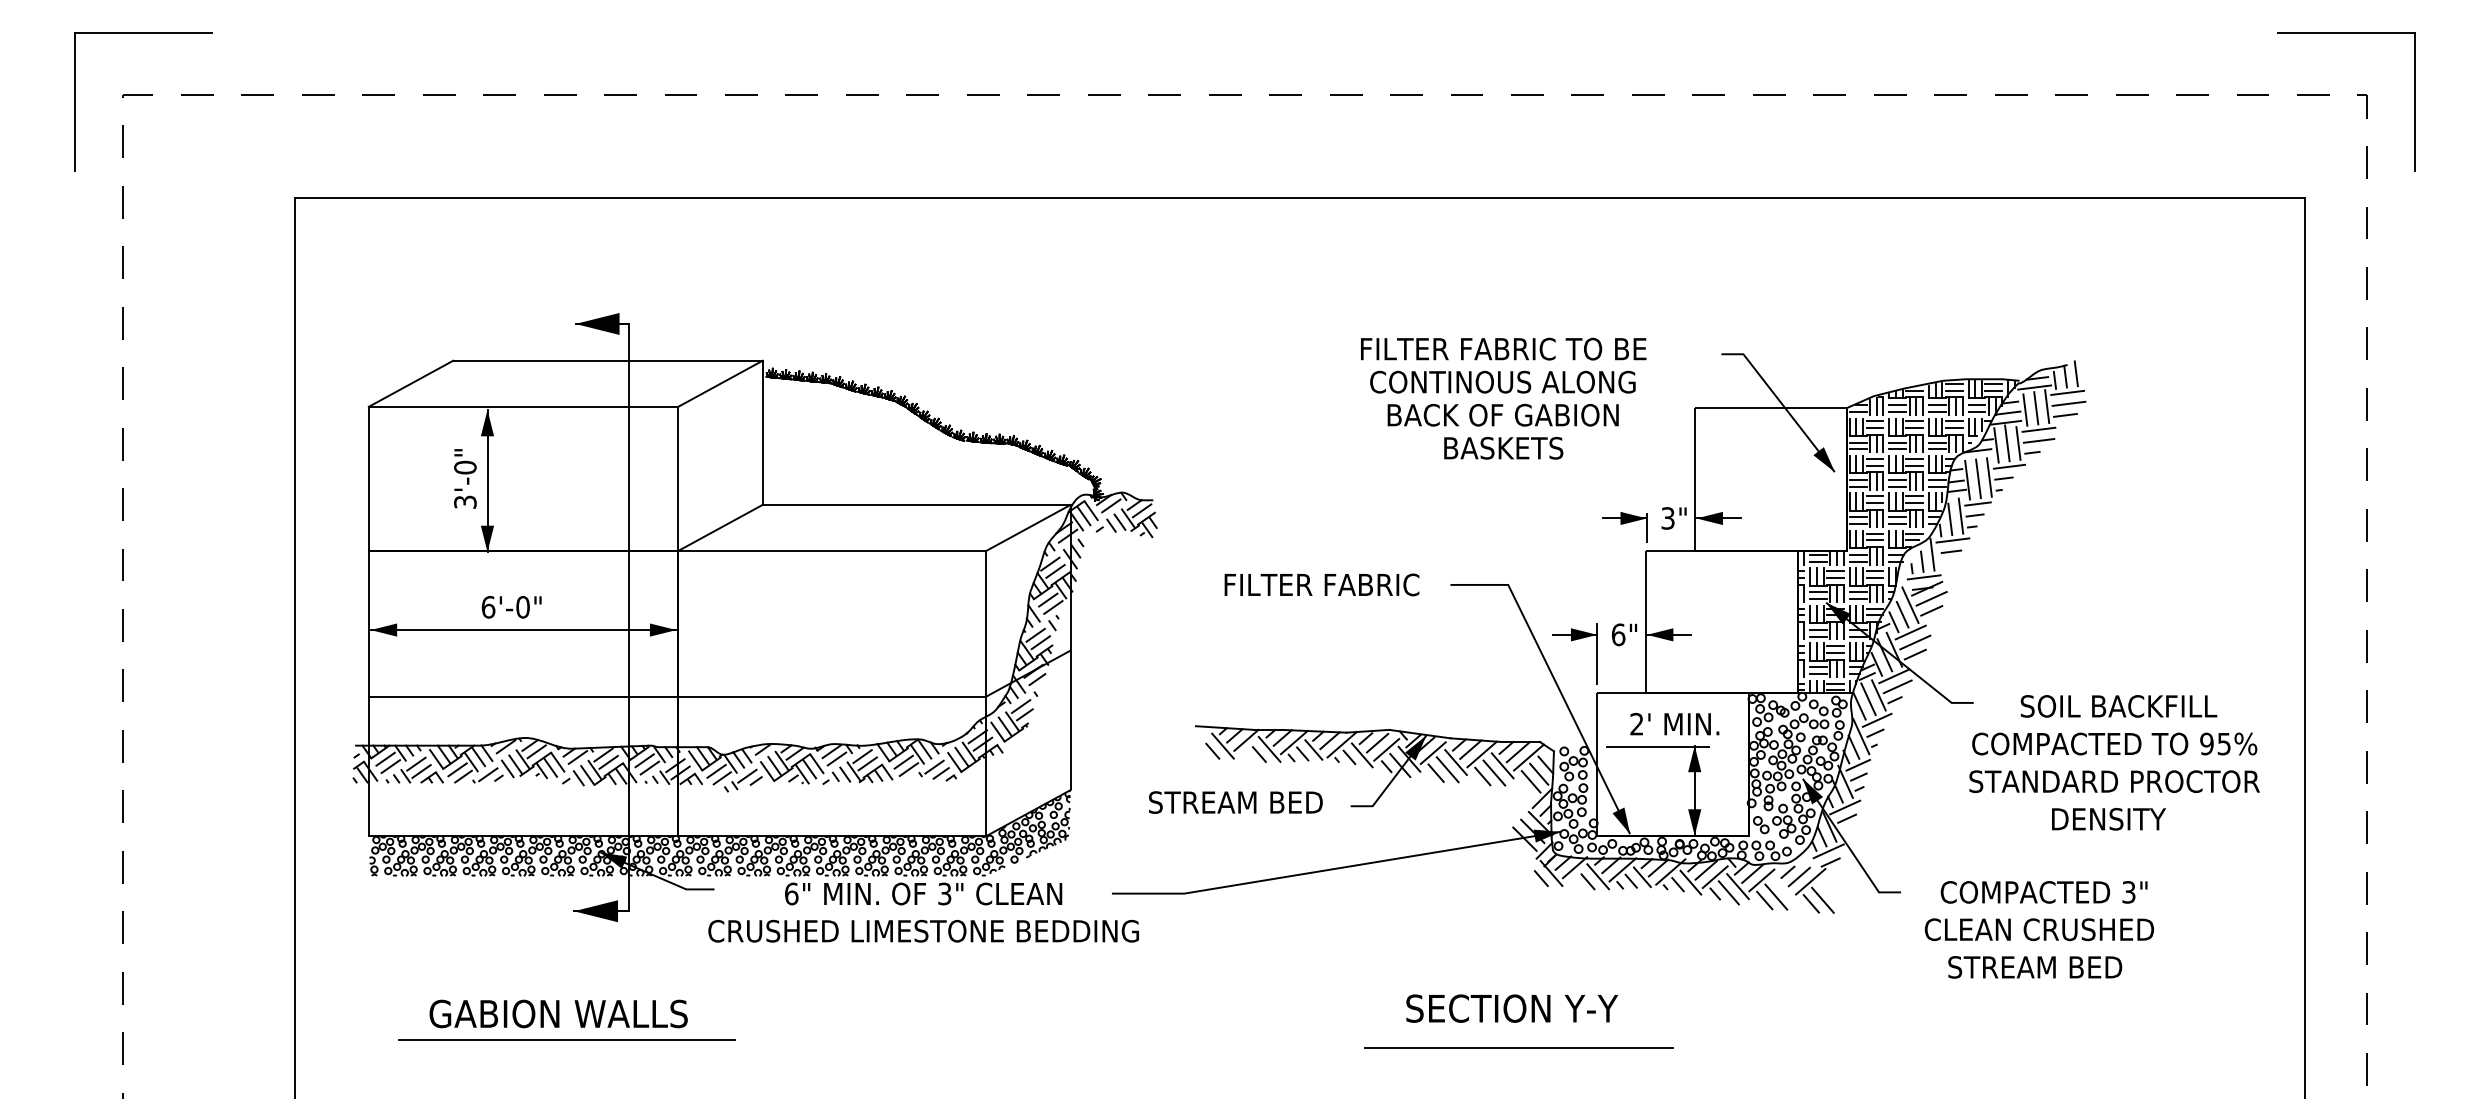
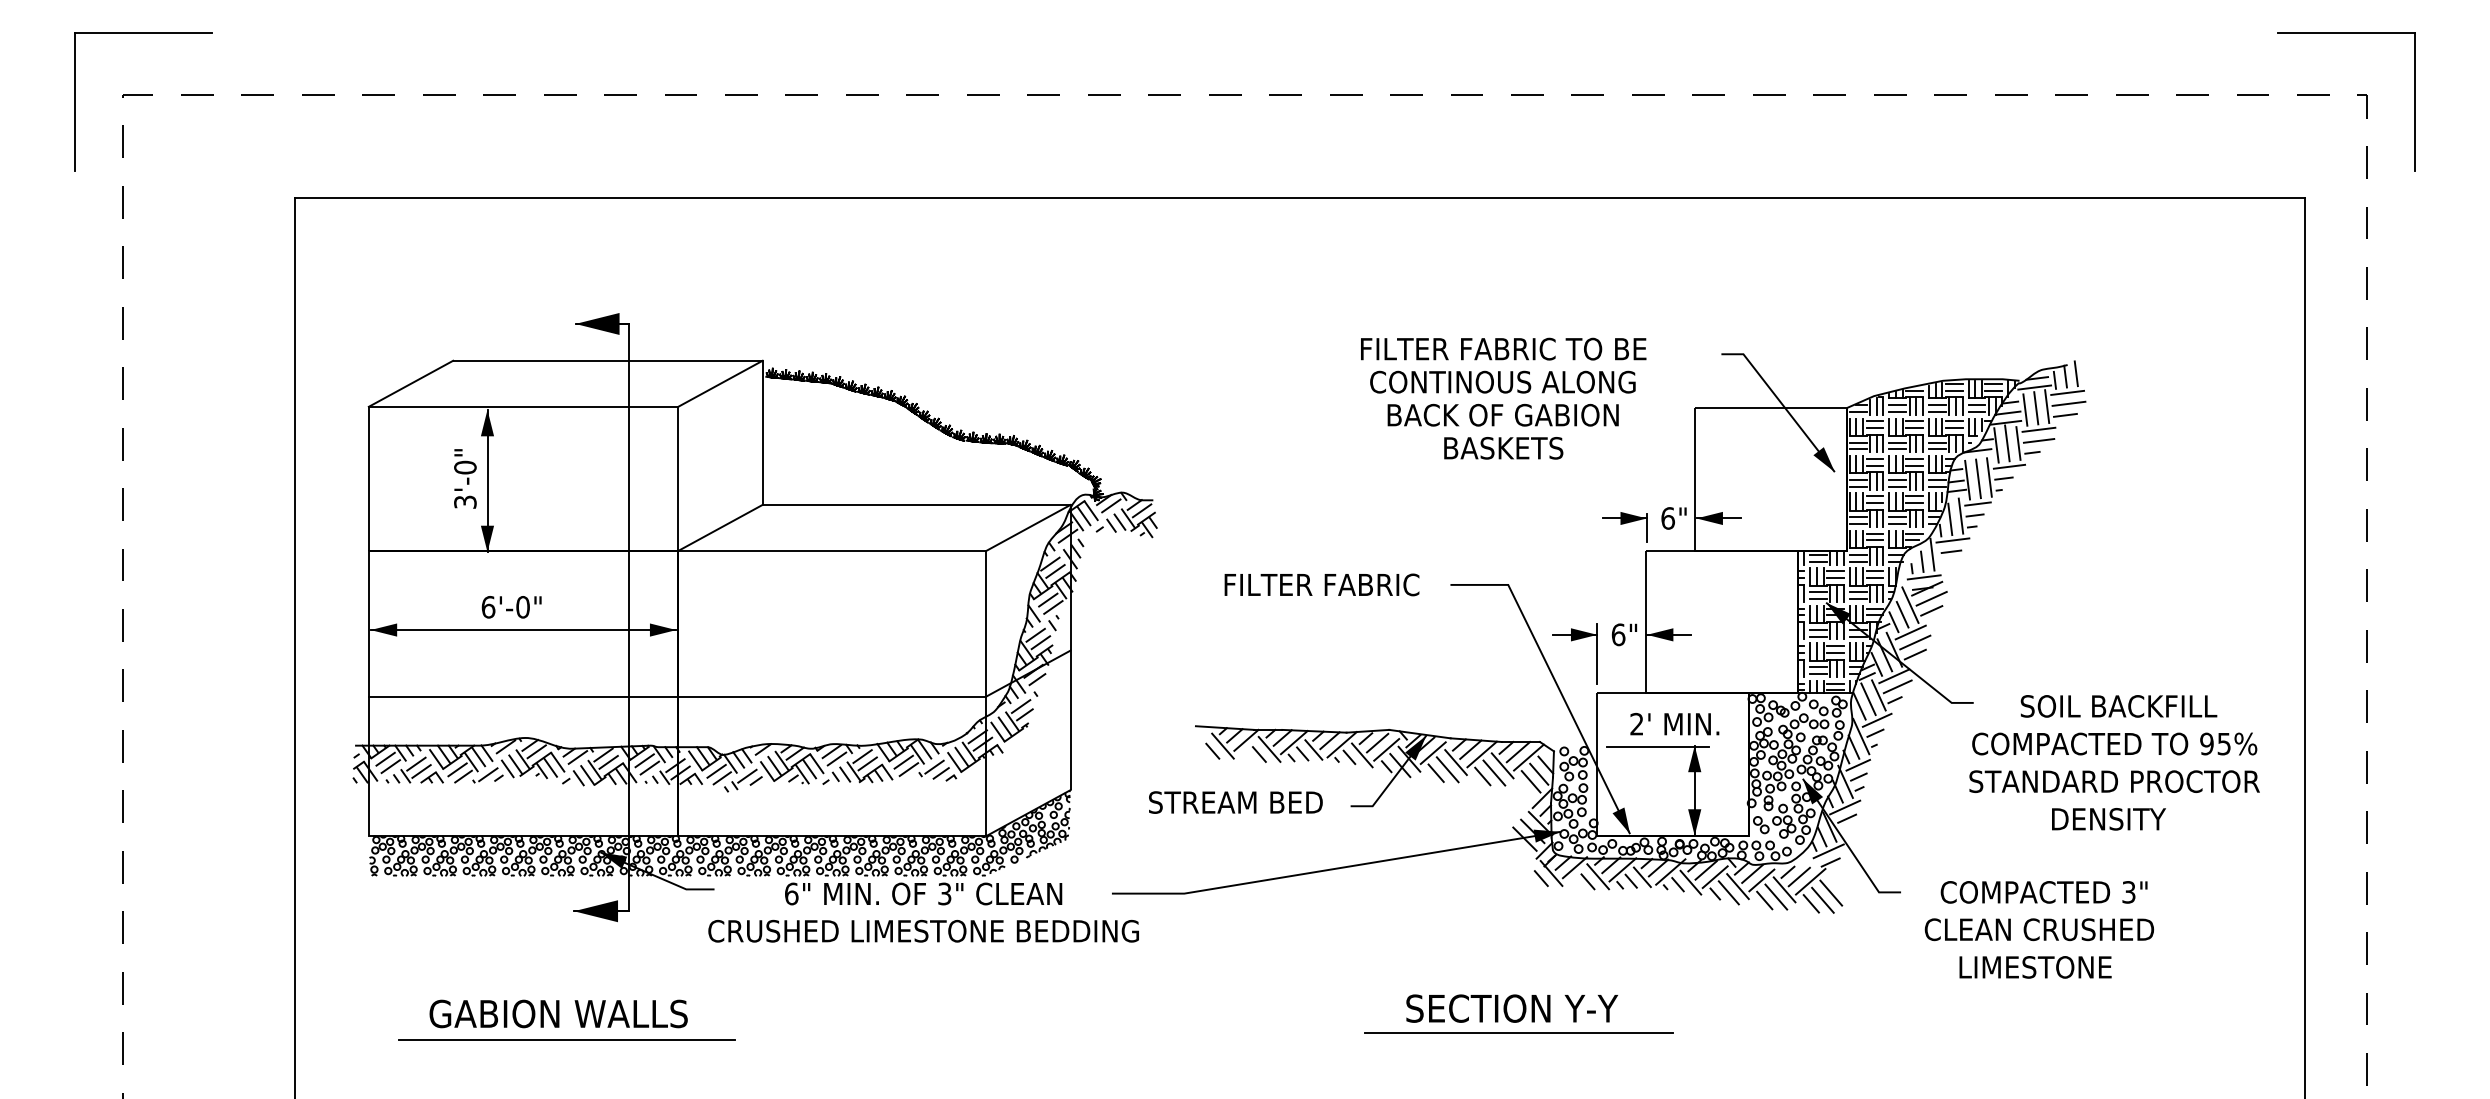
text at (1667, 518): 3" -> 6"
line at (1784, 889): none -> present
line at (1831, 892): none -> present
text at (2035, 967): STREAM BED -> LIMESTONE
line at (1518, 1047) position: (1518, 1047) -> (1518, 1032)
